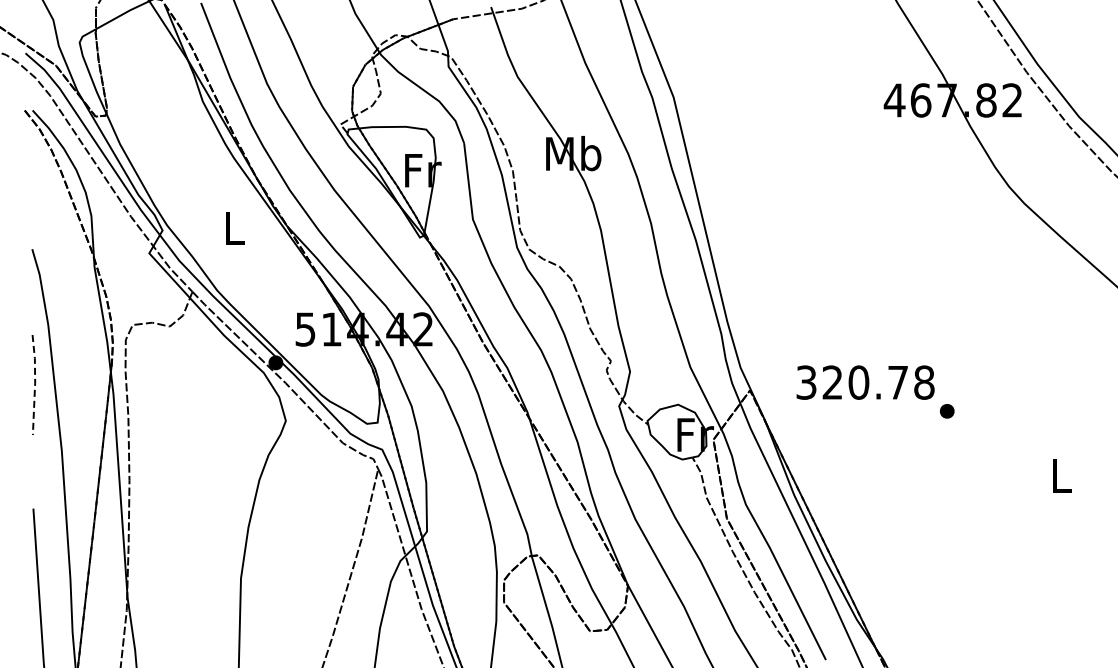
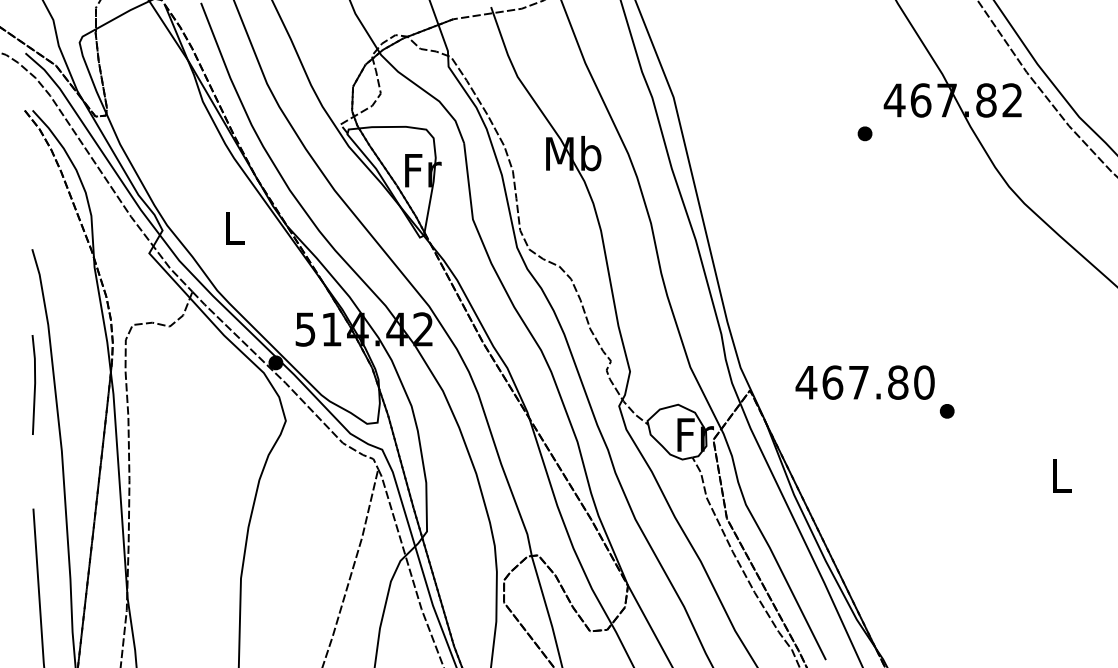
part at (864, 133): none -> present
text at (864, 382): 320.78 -> 467.80
line at (35, 384): dashed -> solid
